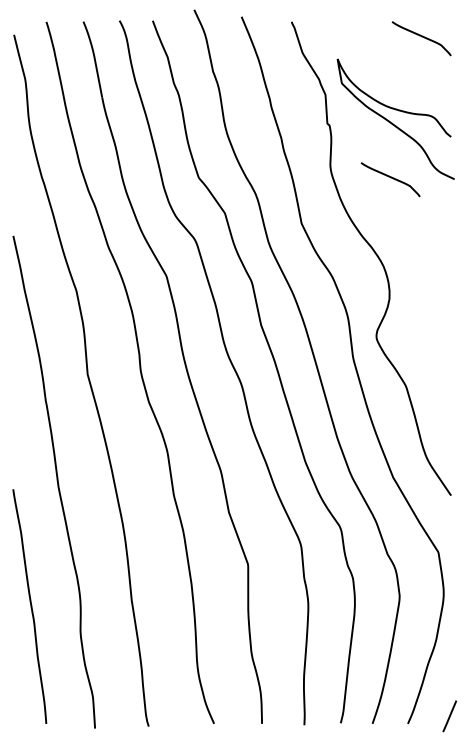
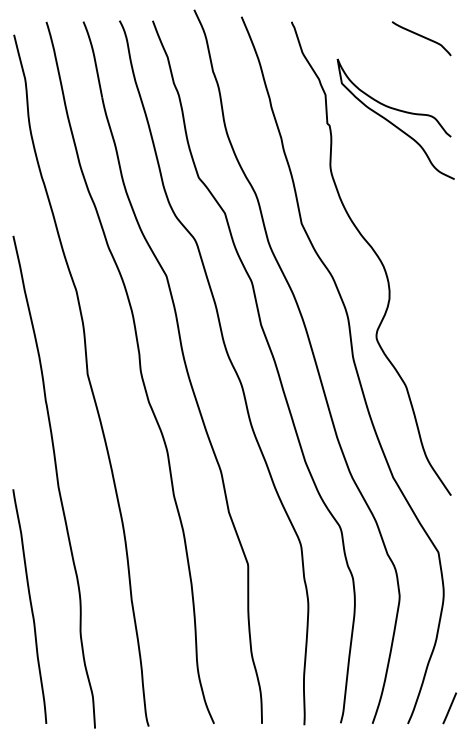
curve at (390, 178): present -> none
line at (449, 716) position: (449, 716) -> (449, 708)
